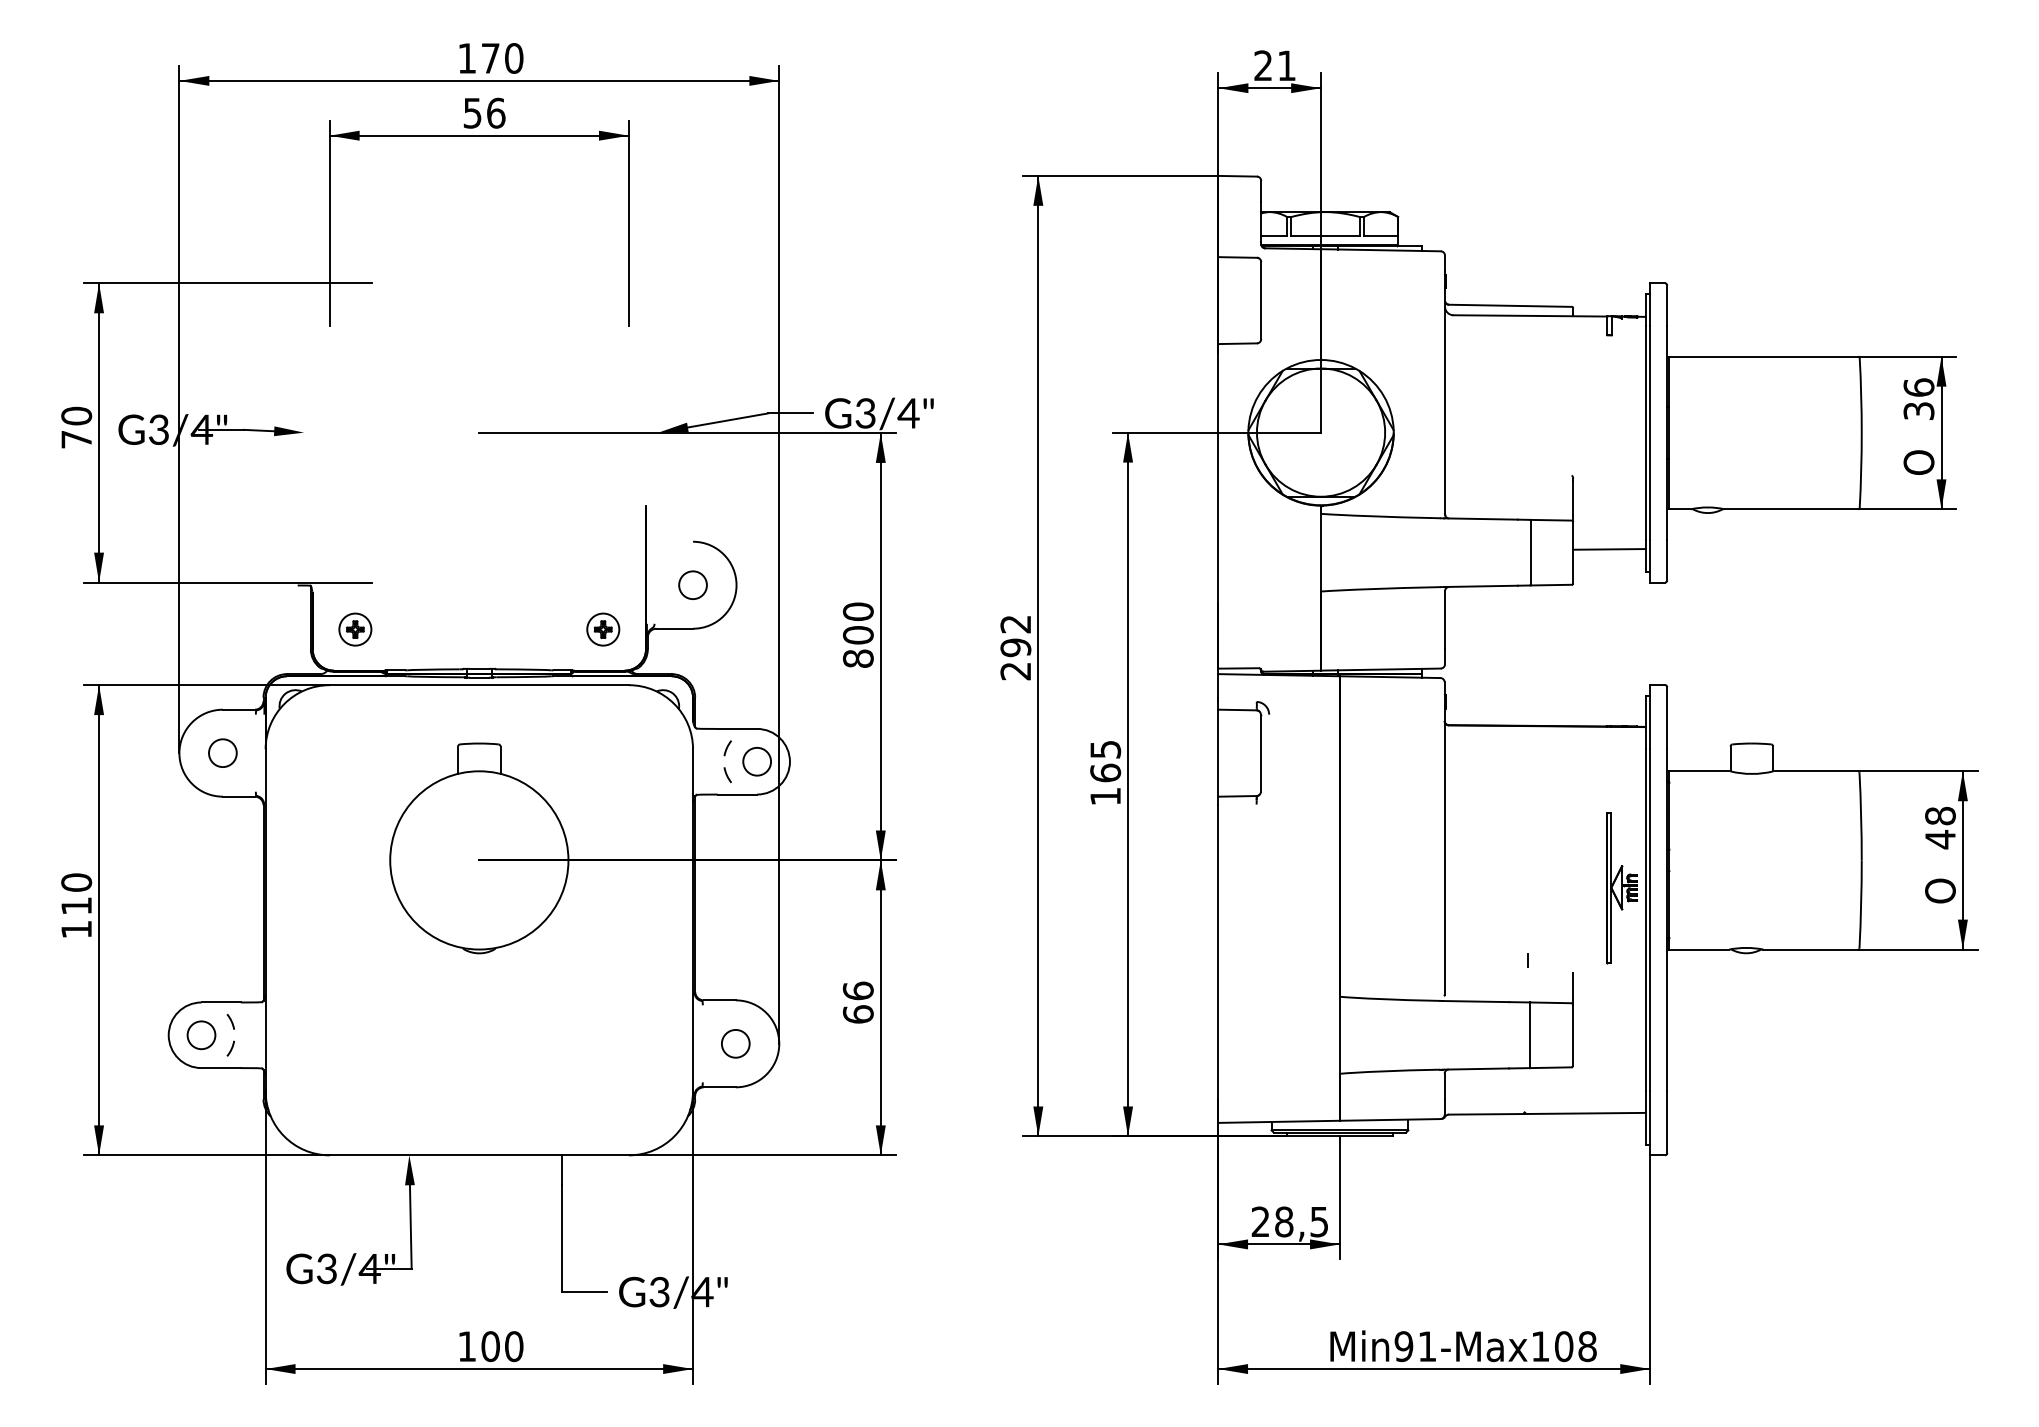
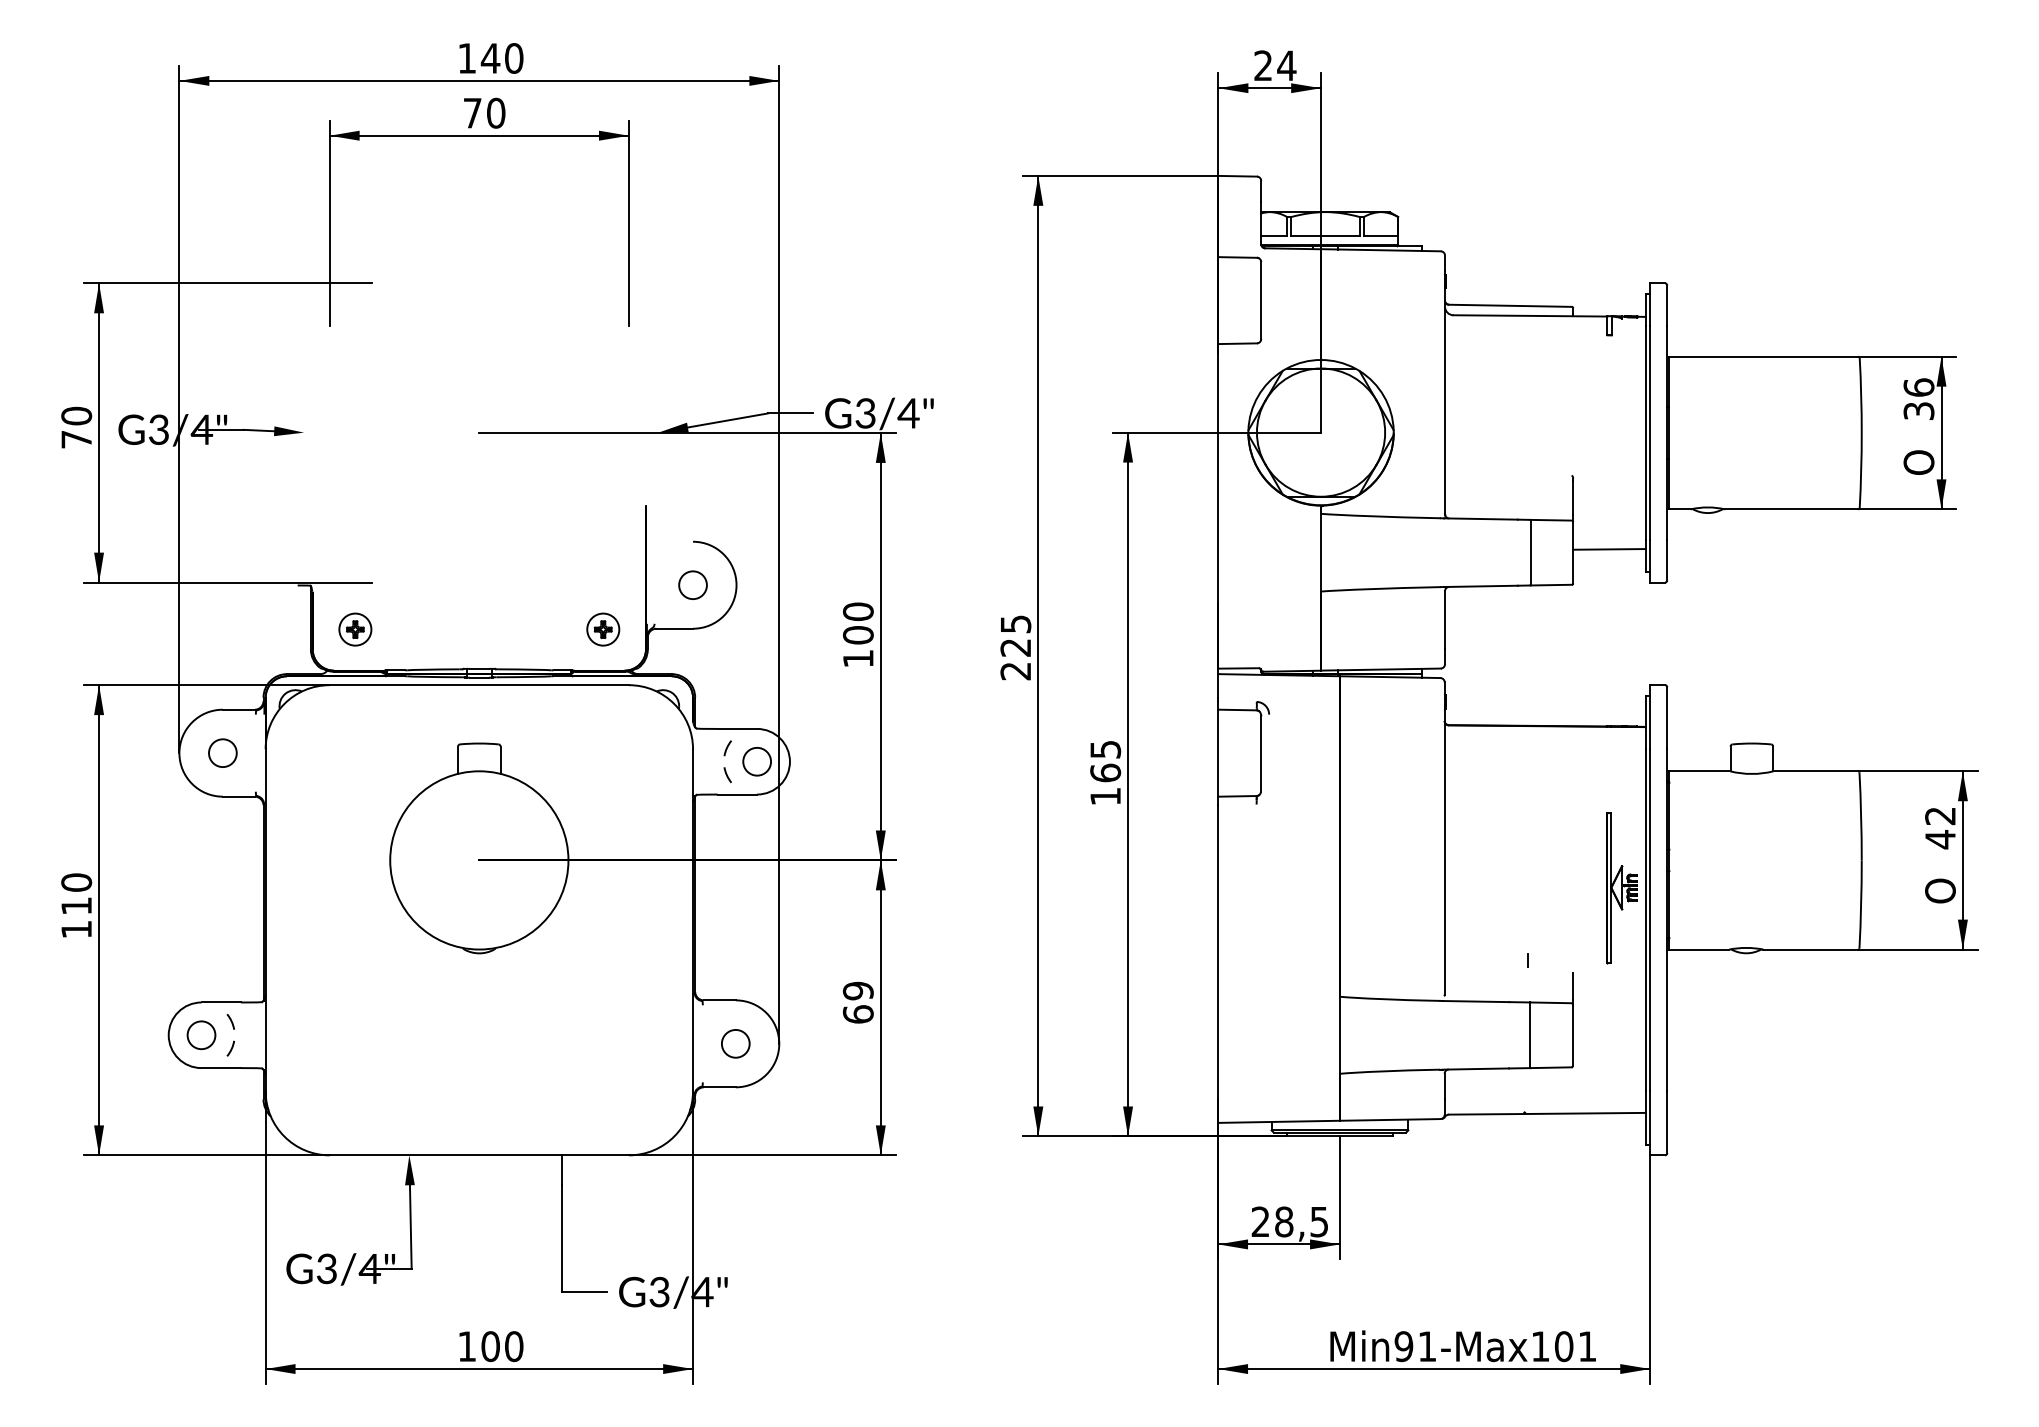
text at (490, 58): 170 -> 140
text at (1286, 65): 21 -> 24
text at (484, 112): 56 -> 70
text at (1015, 636): 292 -> 225
text at (857, 658): 800 -> 100
text at (1940, 815): 48 -> 42
text at (857, 990): 66 -> 69
text at (1587, 1346): Min91-Max108 -> Min91-Max101
